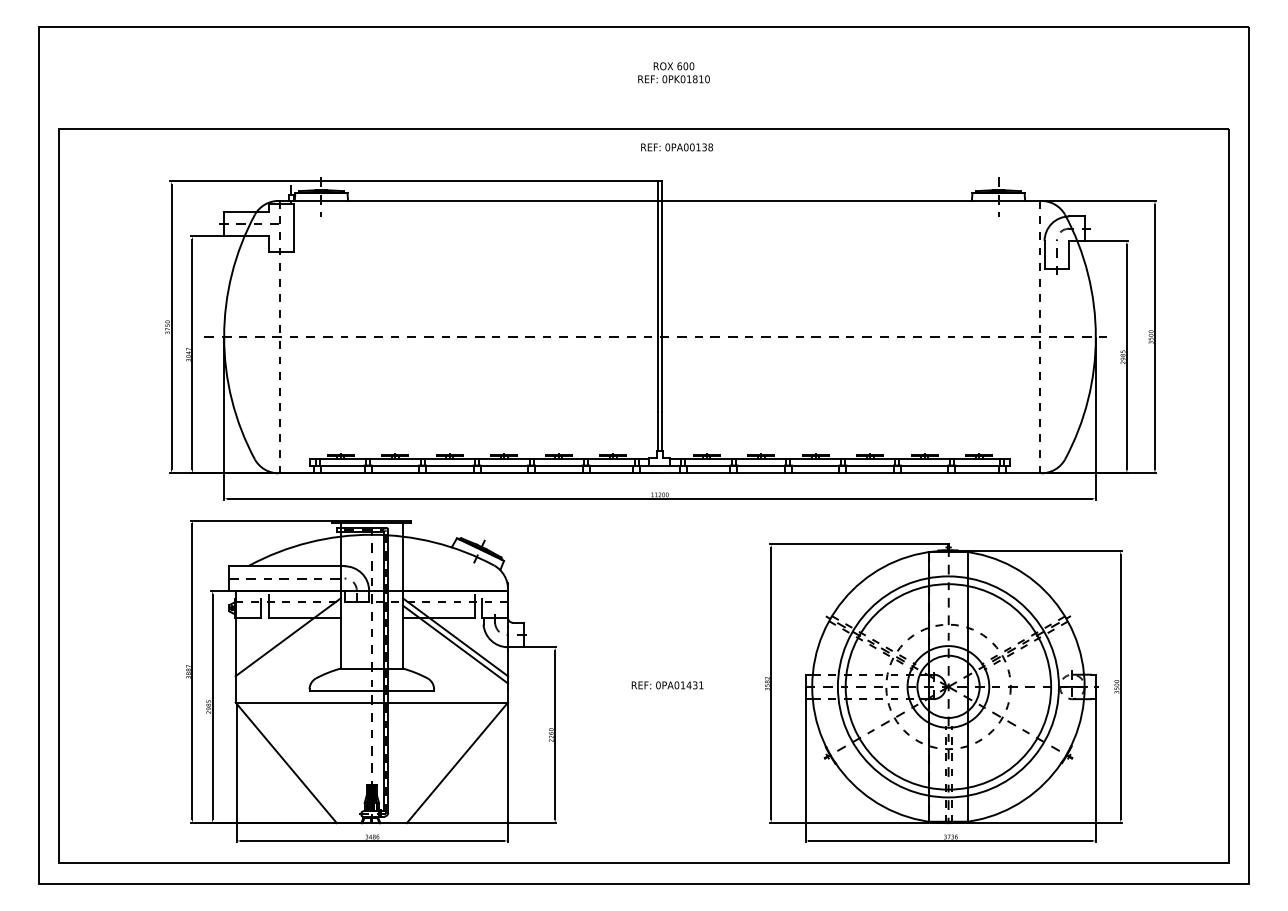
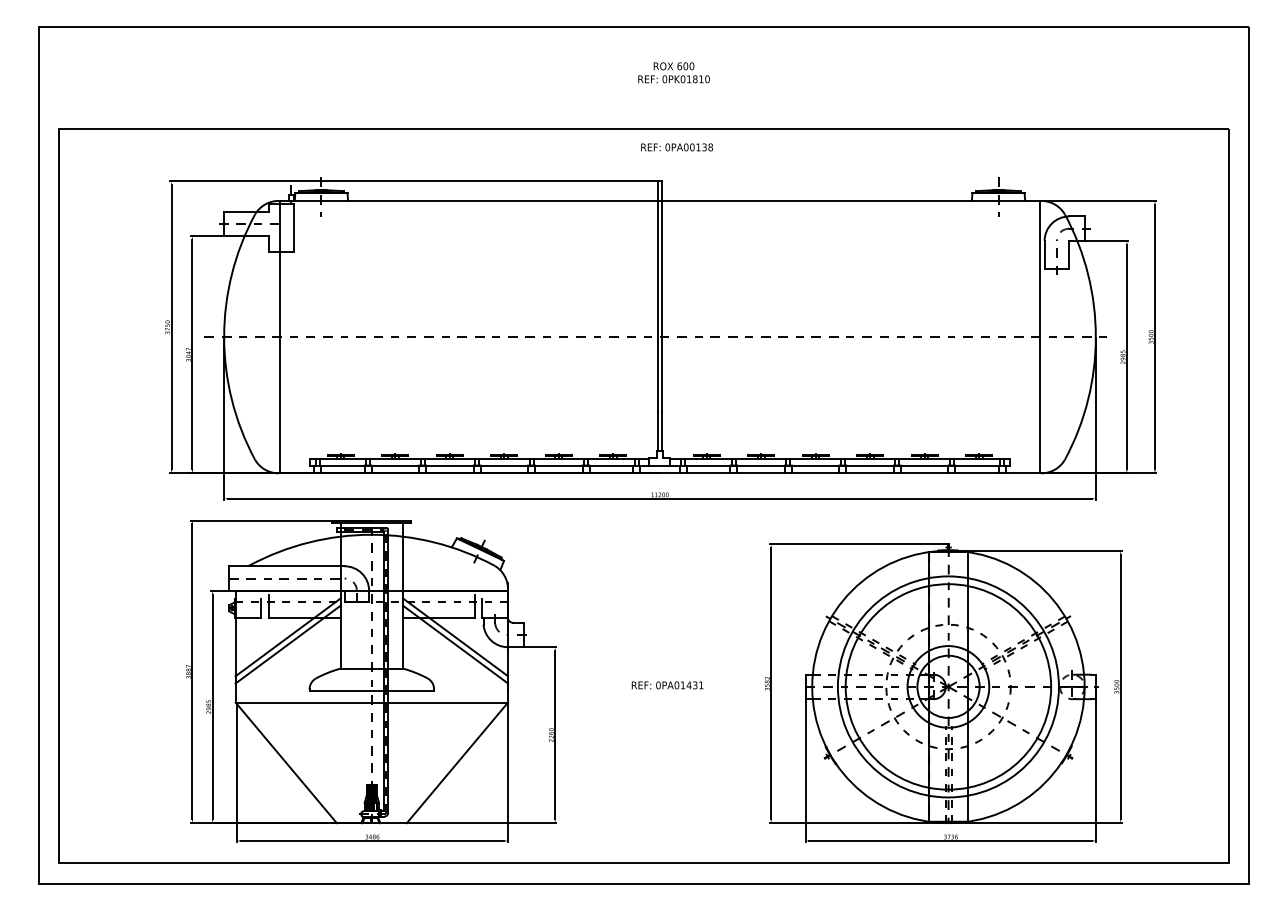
line at (280, 336): dashed -> solid
line at (1039, 336): dashed -> solid
line at (287, 644): none -> present
